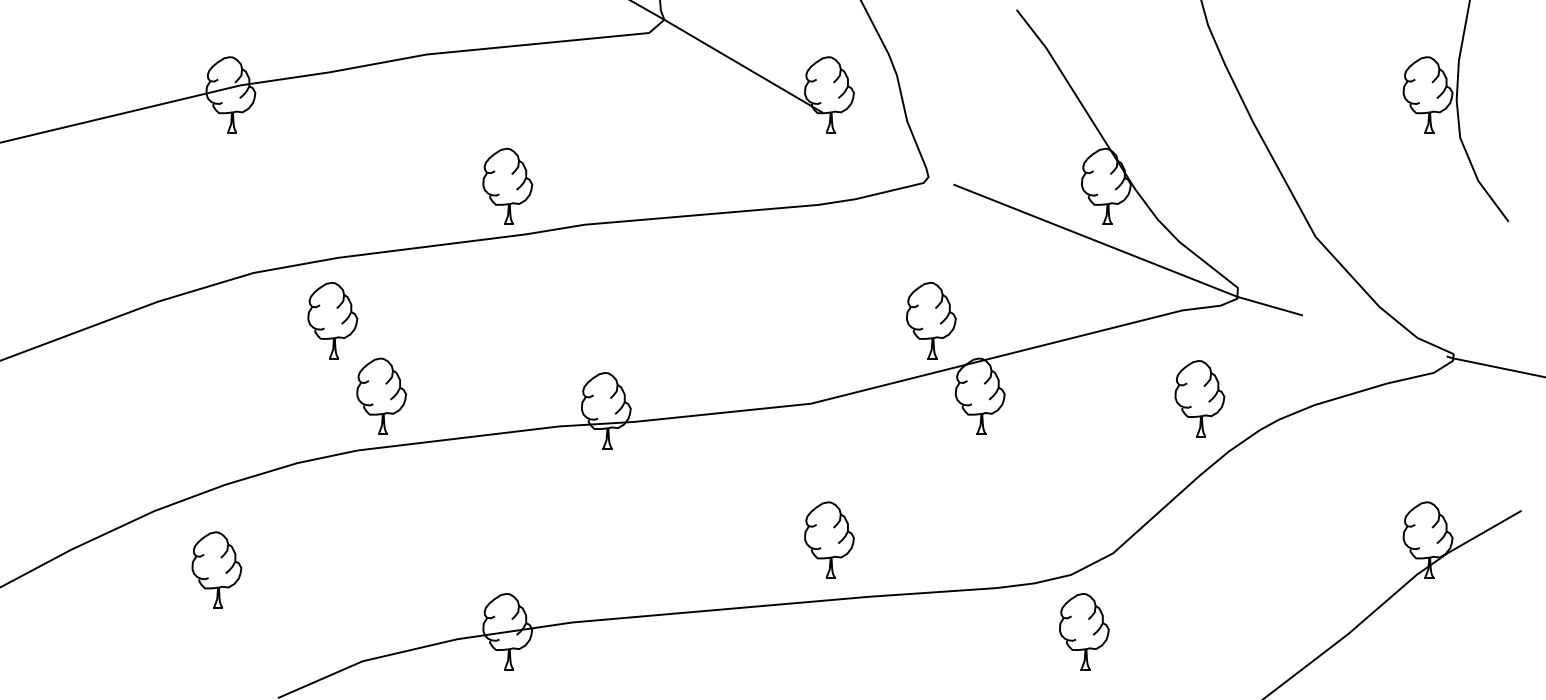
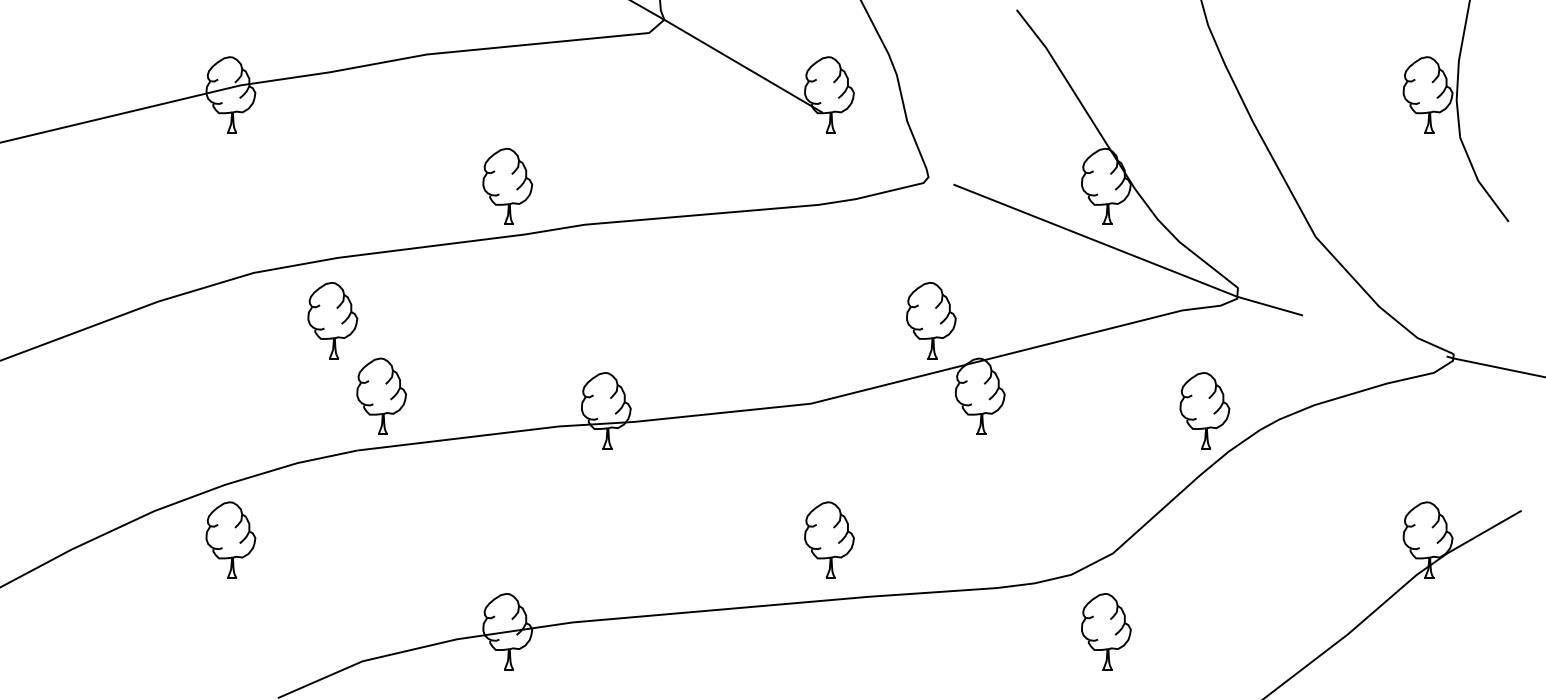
part at (1199, 398) position: (1199, 398) -> (1204, 410)
part at (216, 569) position: (216, 569) -> (230, 539)
part at (1084, 631) position: (1084, 631) -> (1106, 631)
